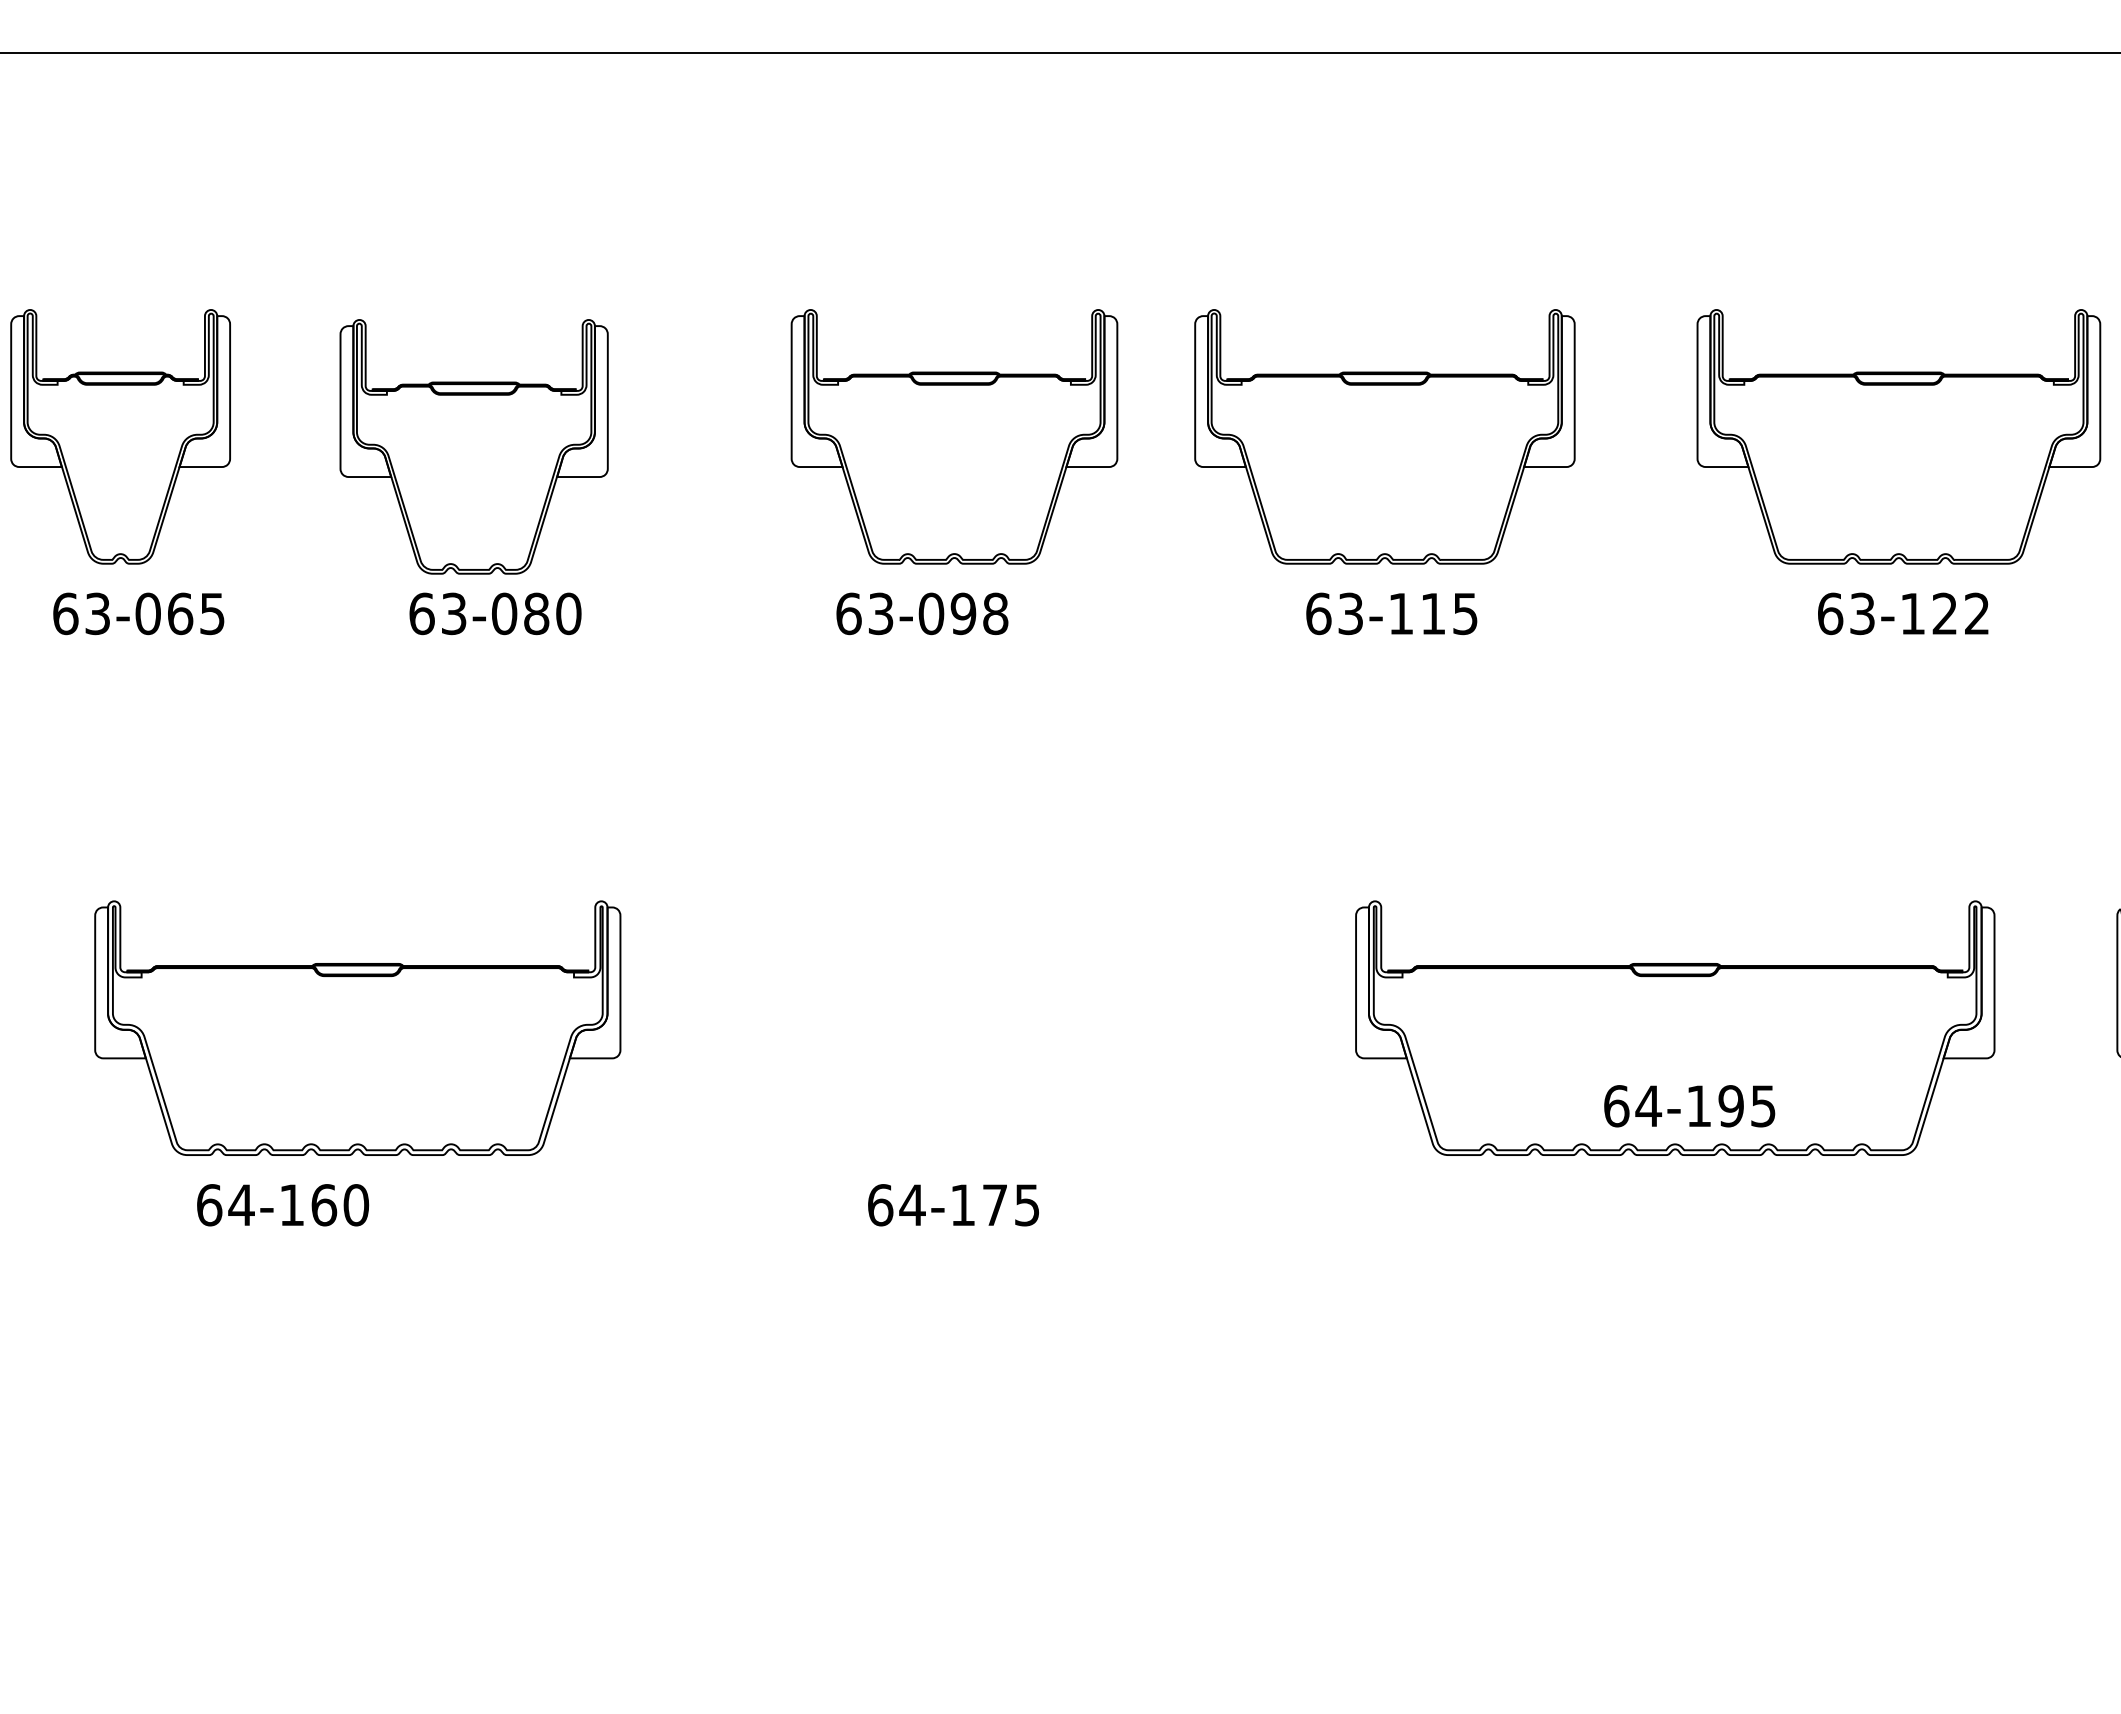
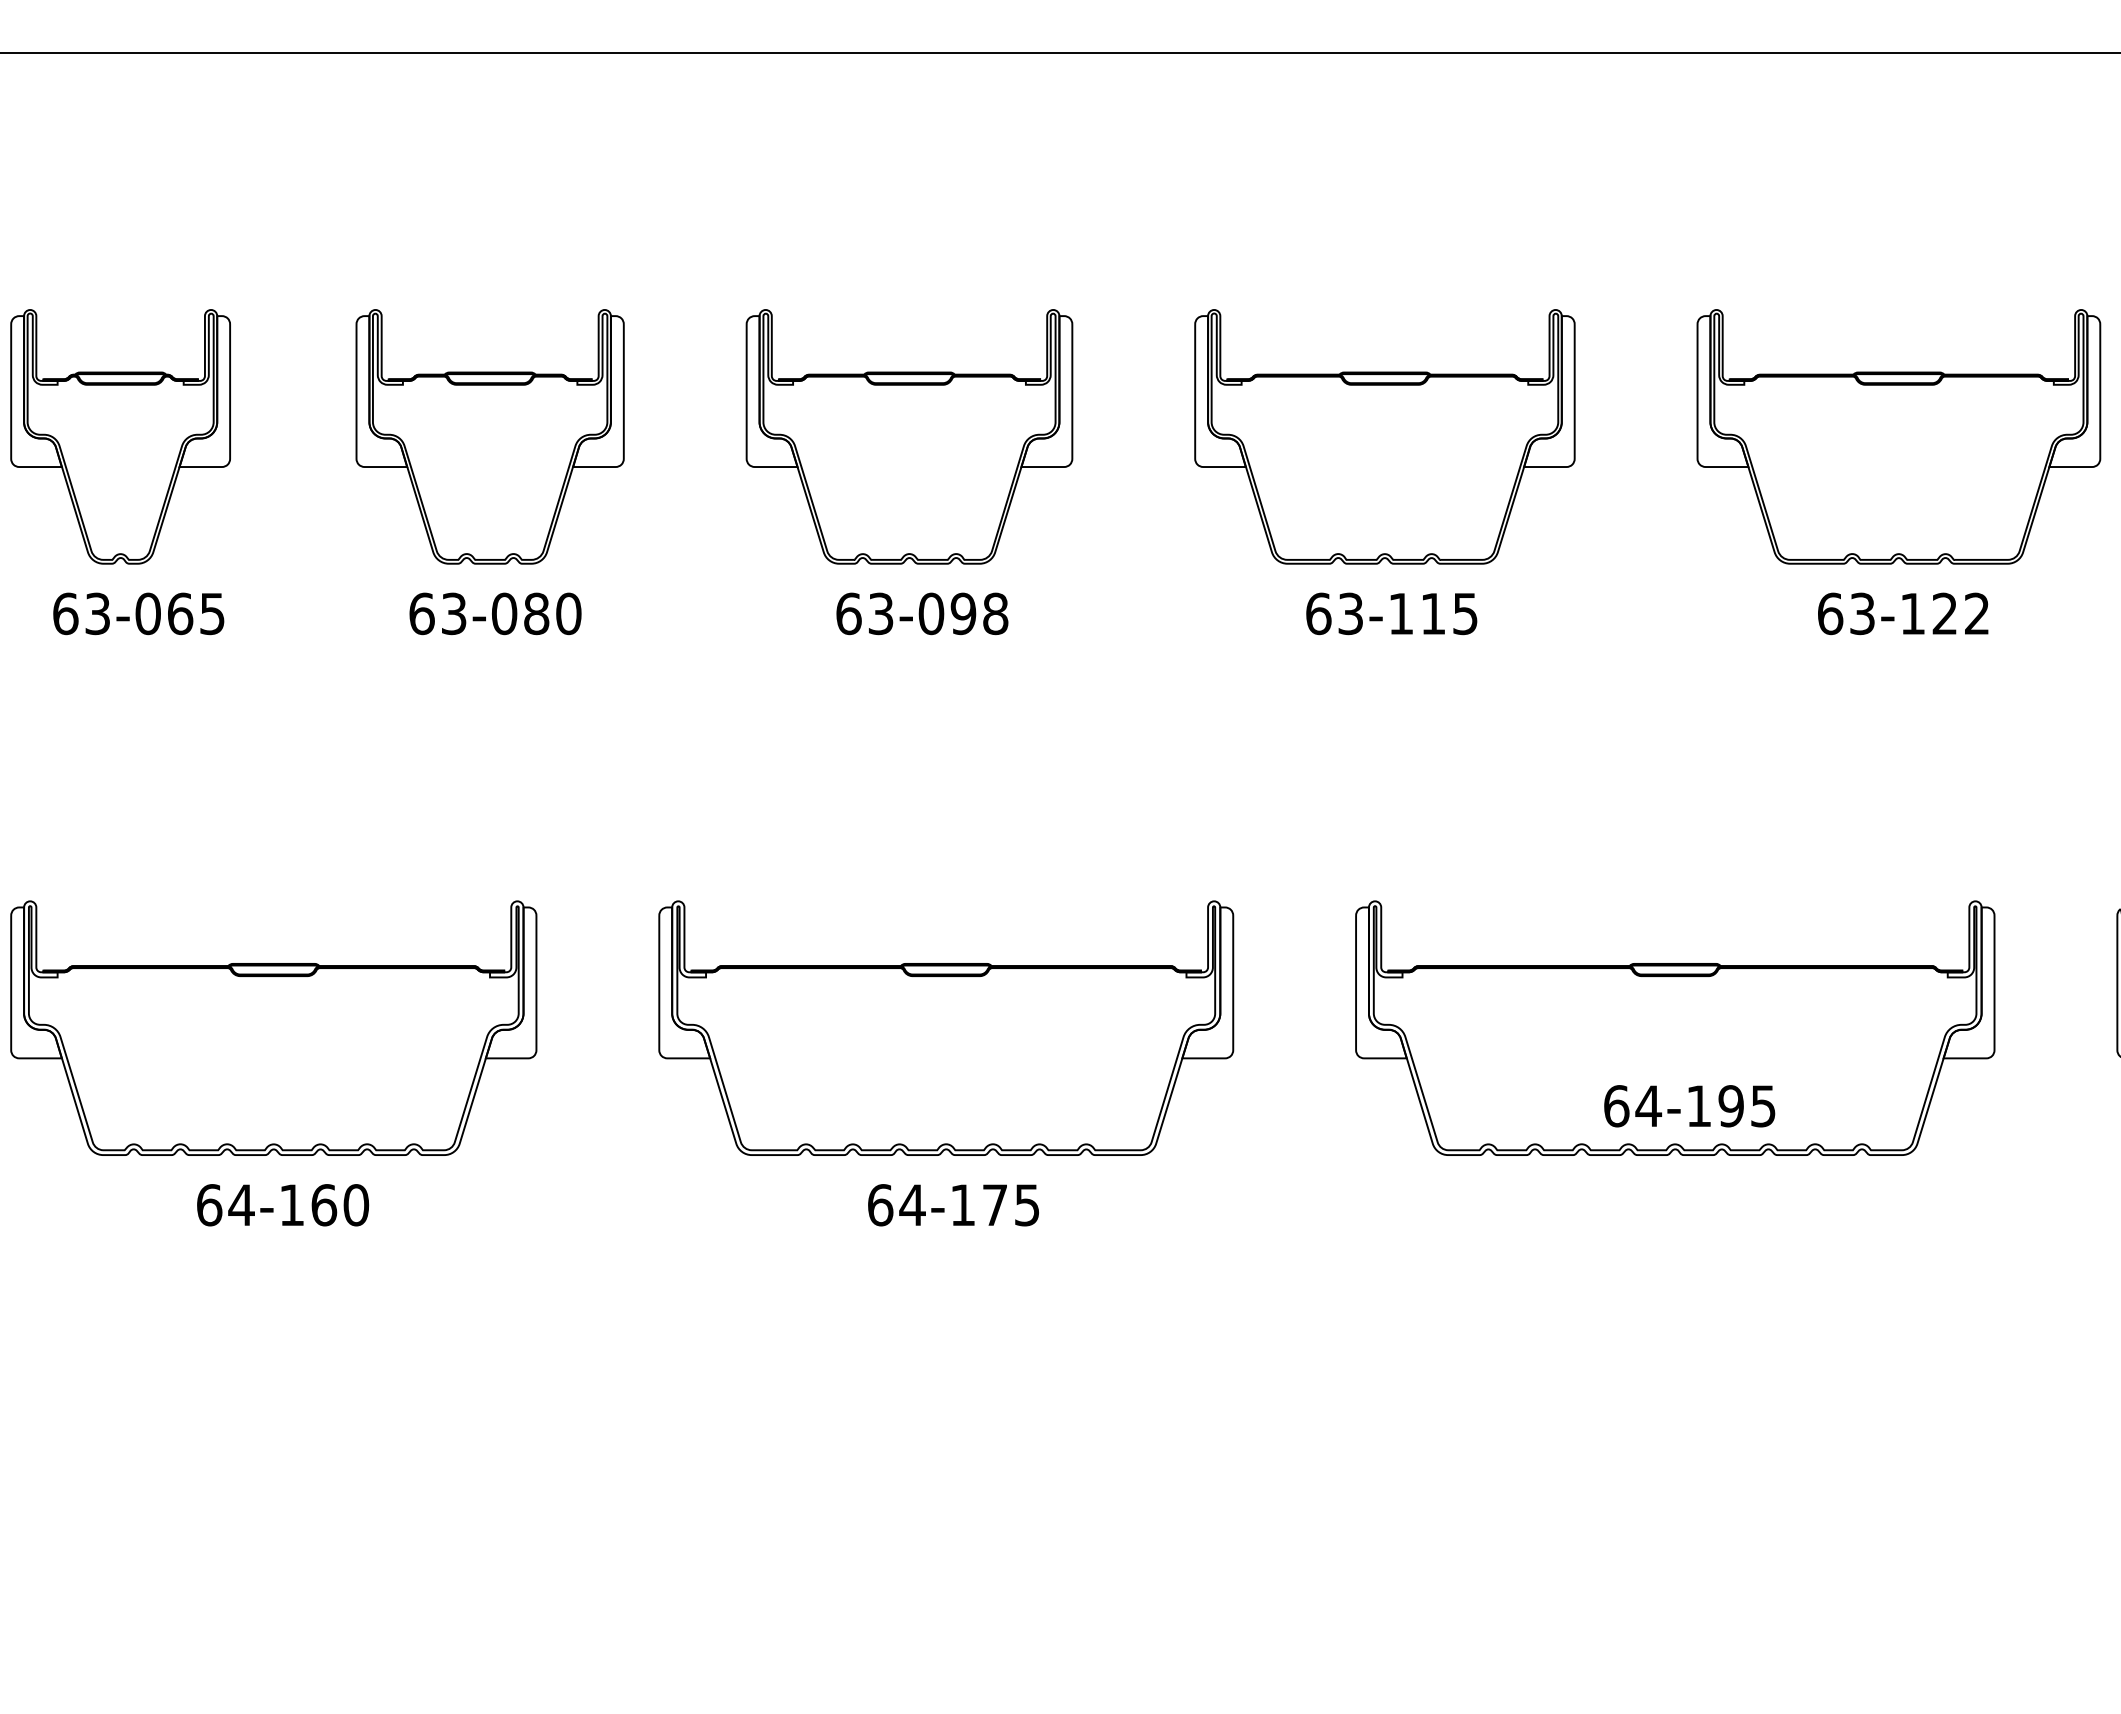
part at (954, 436) position: (954, 436) -> (909, 436)
part at (473, 446) position: (473, 446) -> (489, 436)
part at (357, 1027) position: (357, 1027) -> (273, 1027)
part at (946, 1027): none -> present
